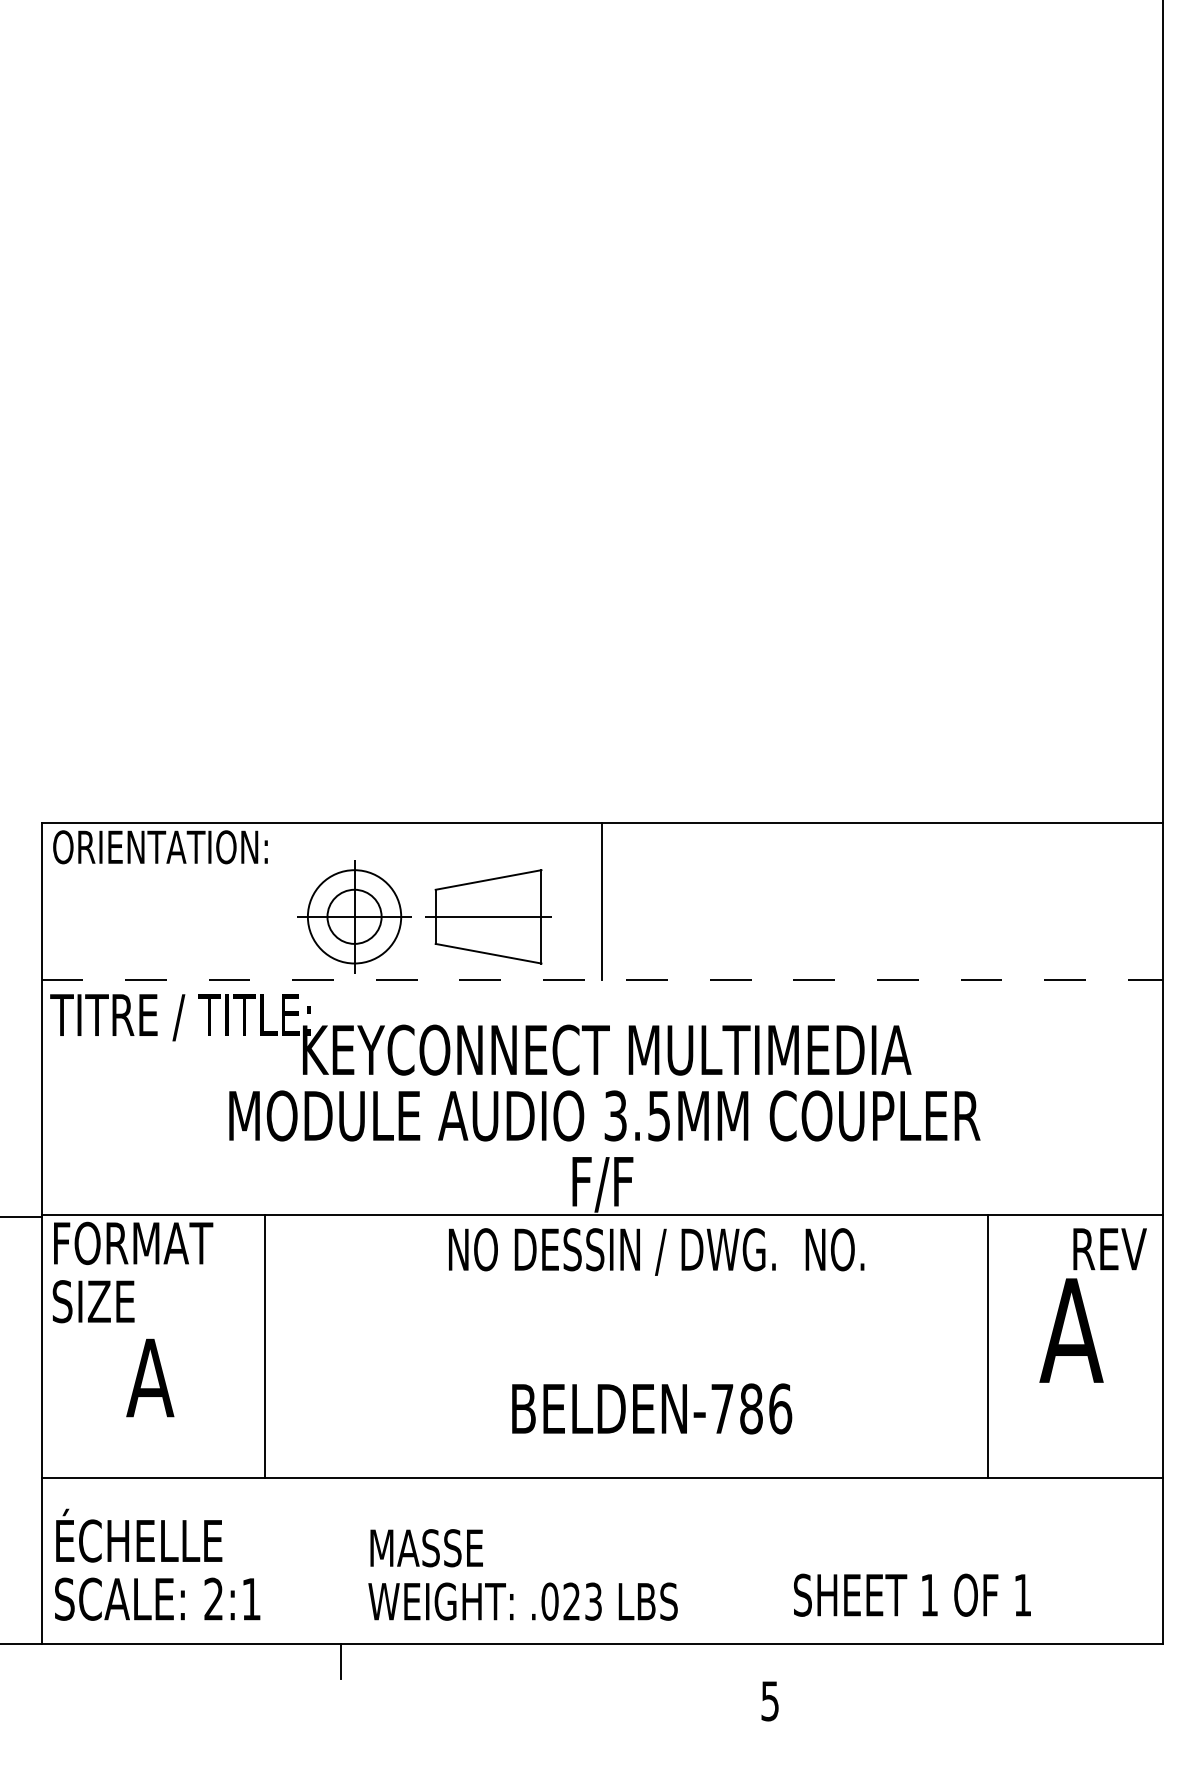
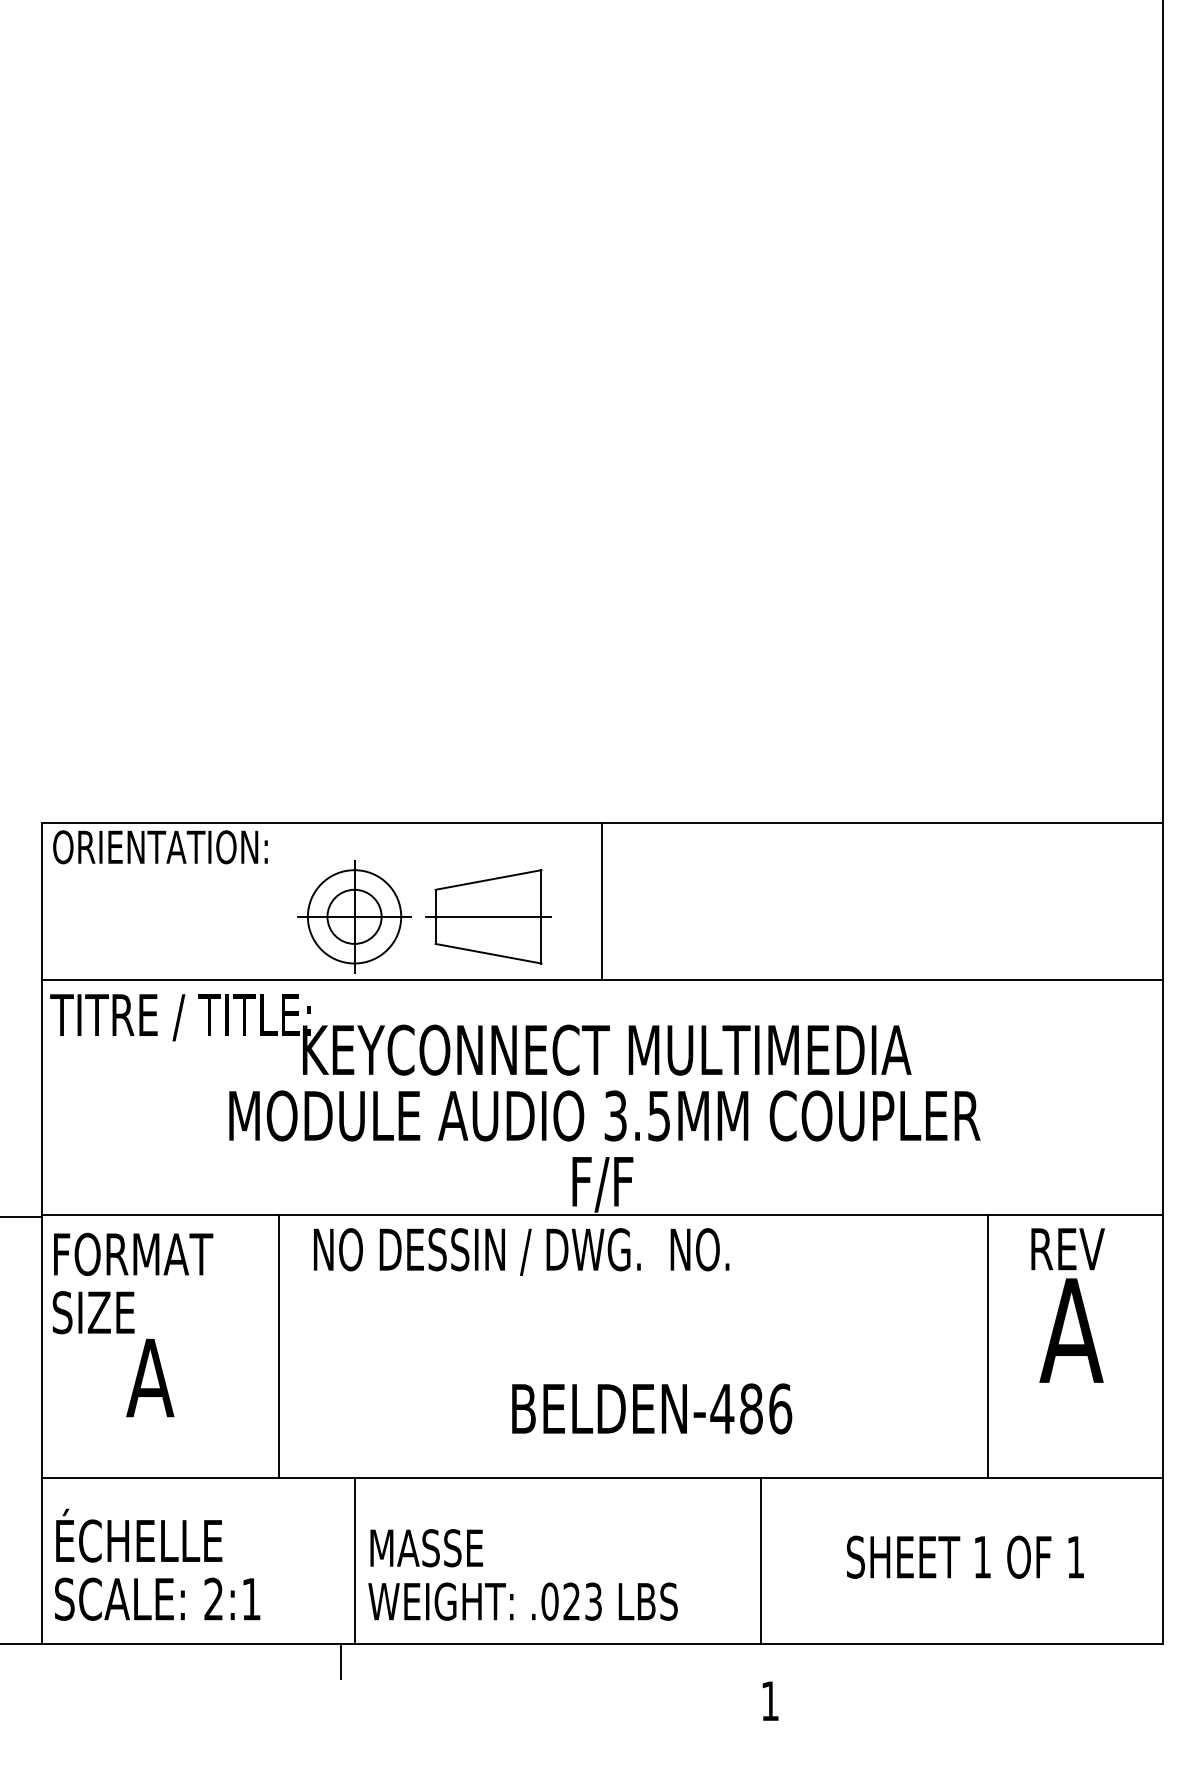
line at (602, 980): dashed -> solid
text at (1109, 1249) position: (1109, 1249) -> (1067, 1249)
text at (656, 1251) position: (656, 1251) -> (521, 1251)
text at (132, 1272) position: (132, 1272) -> (132, 1283)
line at (265, 1346) position: (265, 1346) -> (279, 1346)
text at (722, 1408): BELDEN-786 -> BELDEN-486
line at (354, 1560): none -> present
line at (760, 1560): none -> present
text at (912, 1594) position: (912, 1594) -> (965, 1556)
text at (769, 1701): 5 -> 1
